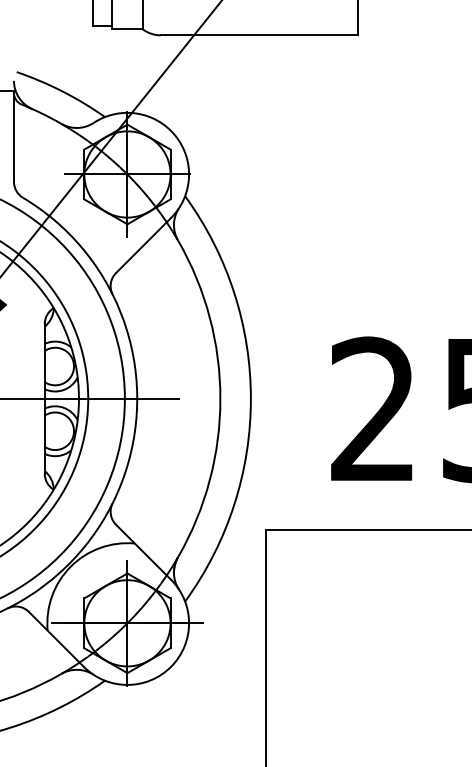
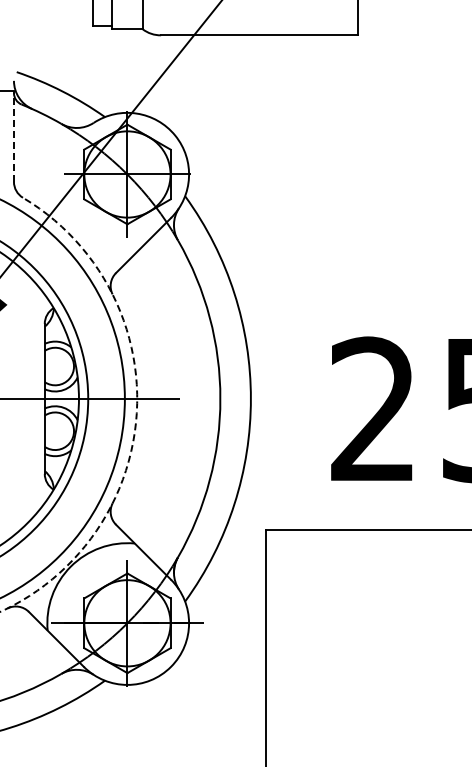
line at (13, 136): solid -> dashed
arc at (136, 411): solid -> dashed
